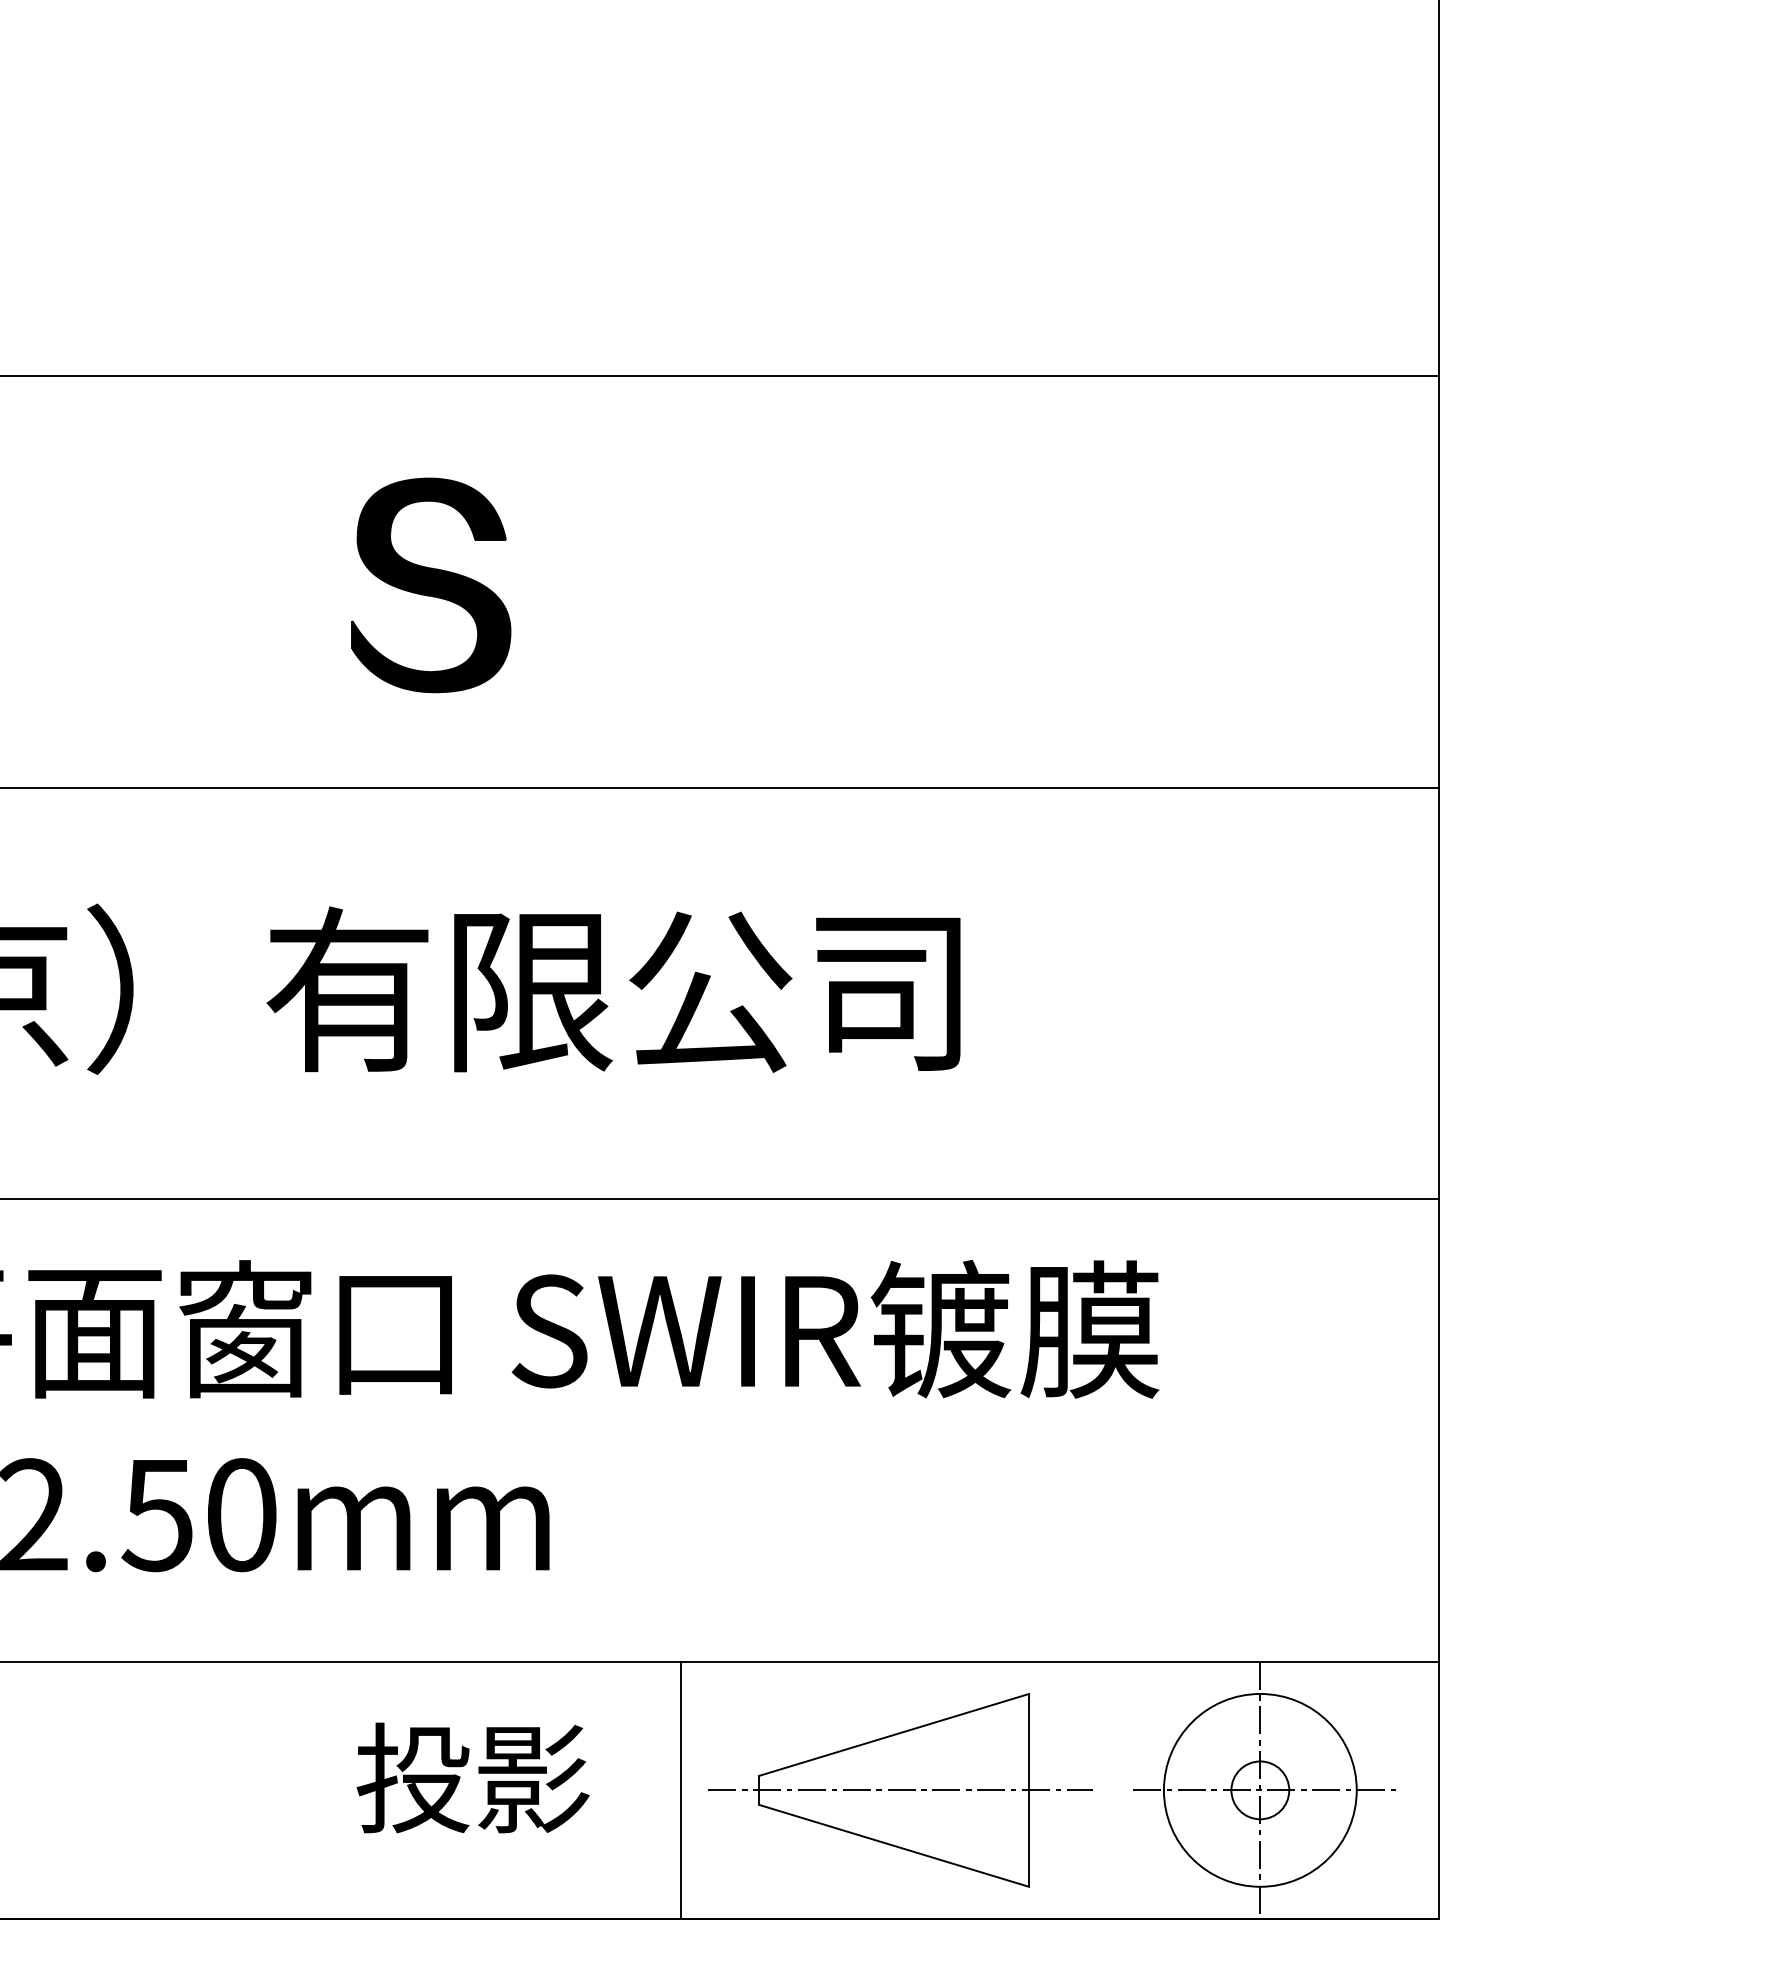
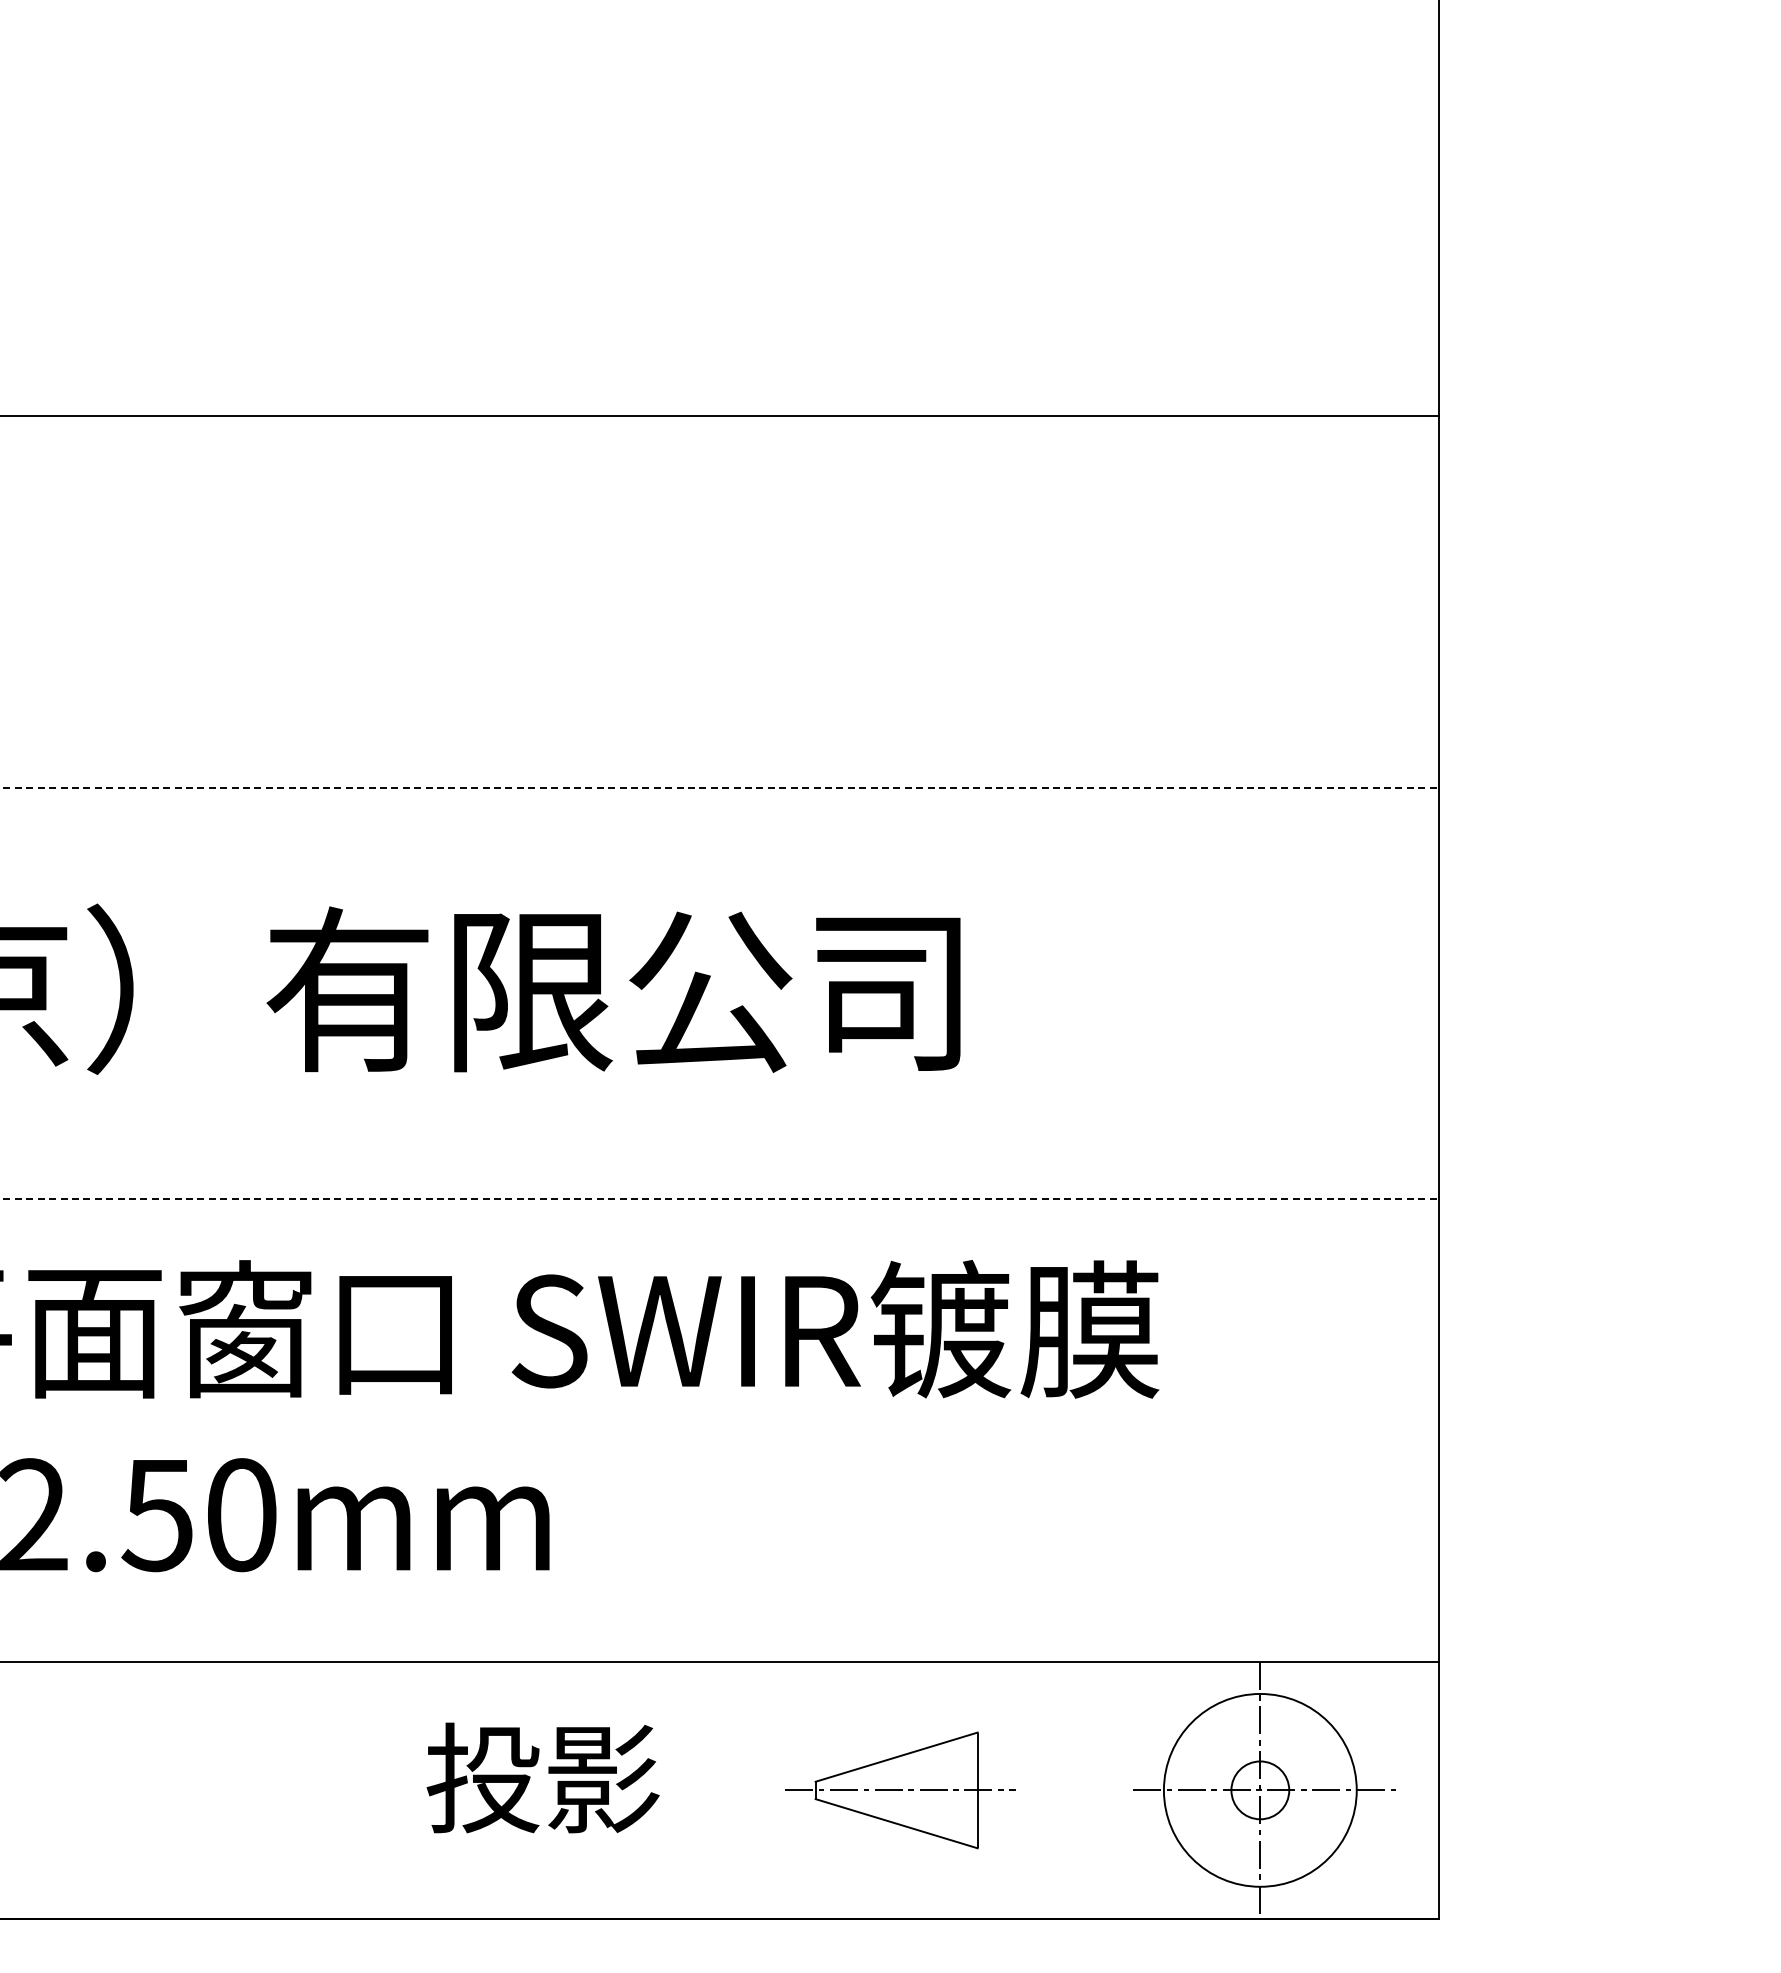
line at (720, 376) position: (720, 376) -> (720, 416)
part at (431, 585): present -> none
line at (720, 787): solid -> dashed
line at (720, 1199): solid -> dashed
text at (472, 1777) position: (472, 1777) -> (542, 1777)
line at (681, 1790): present -> none
part at (900, 1790) size: 385x195 px -> 231x119 px
